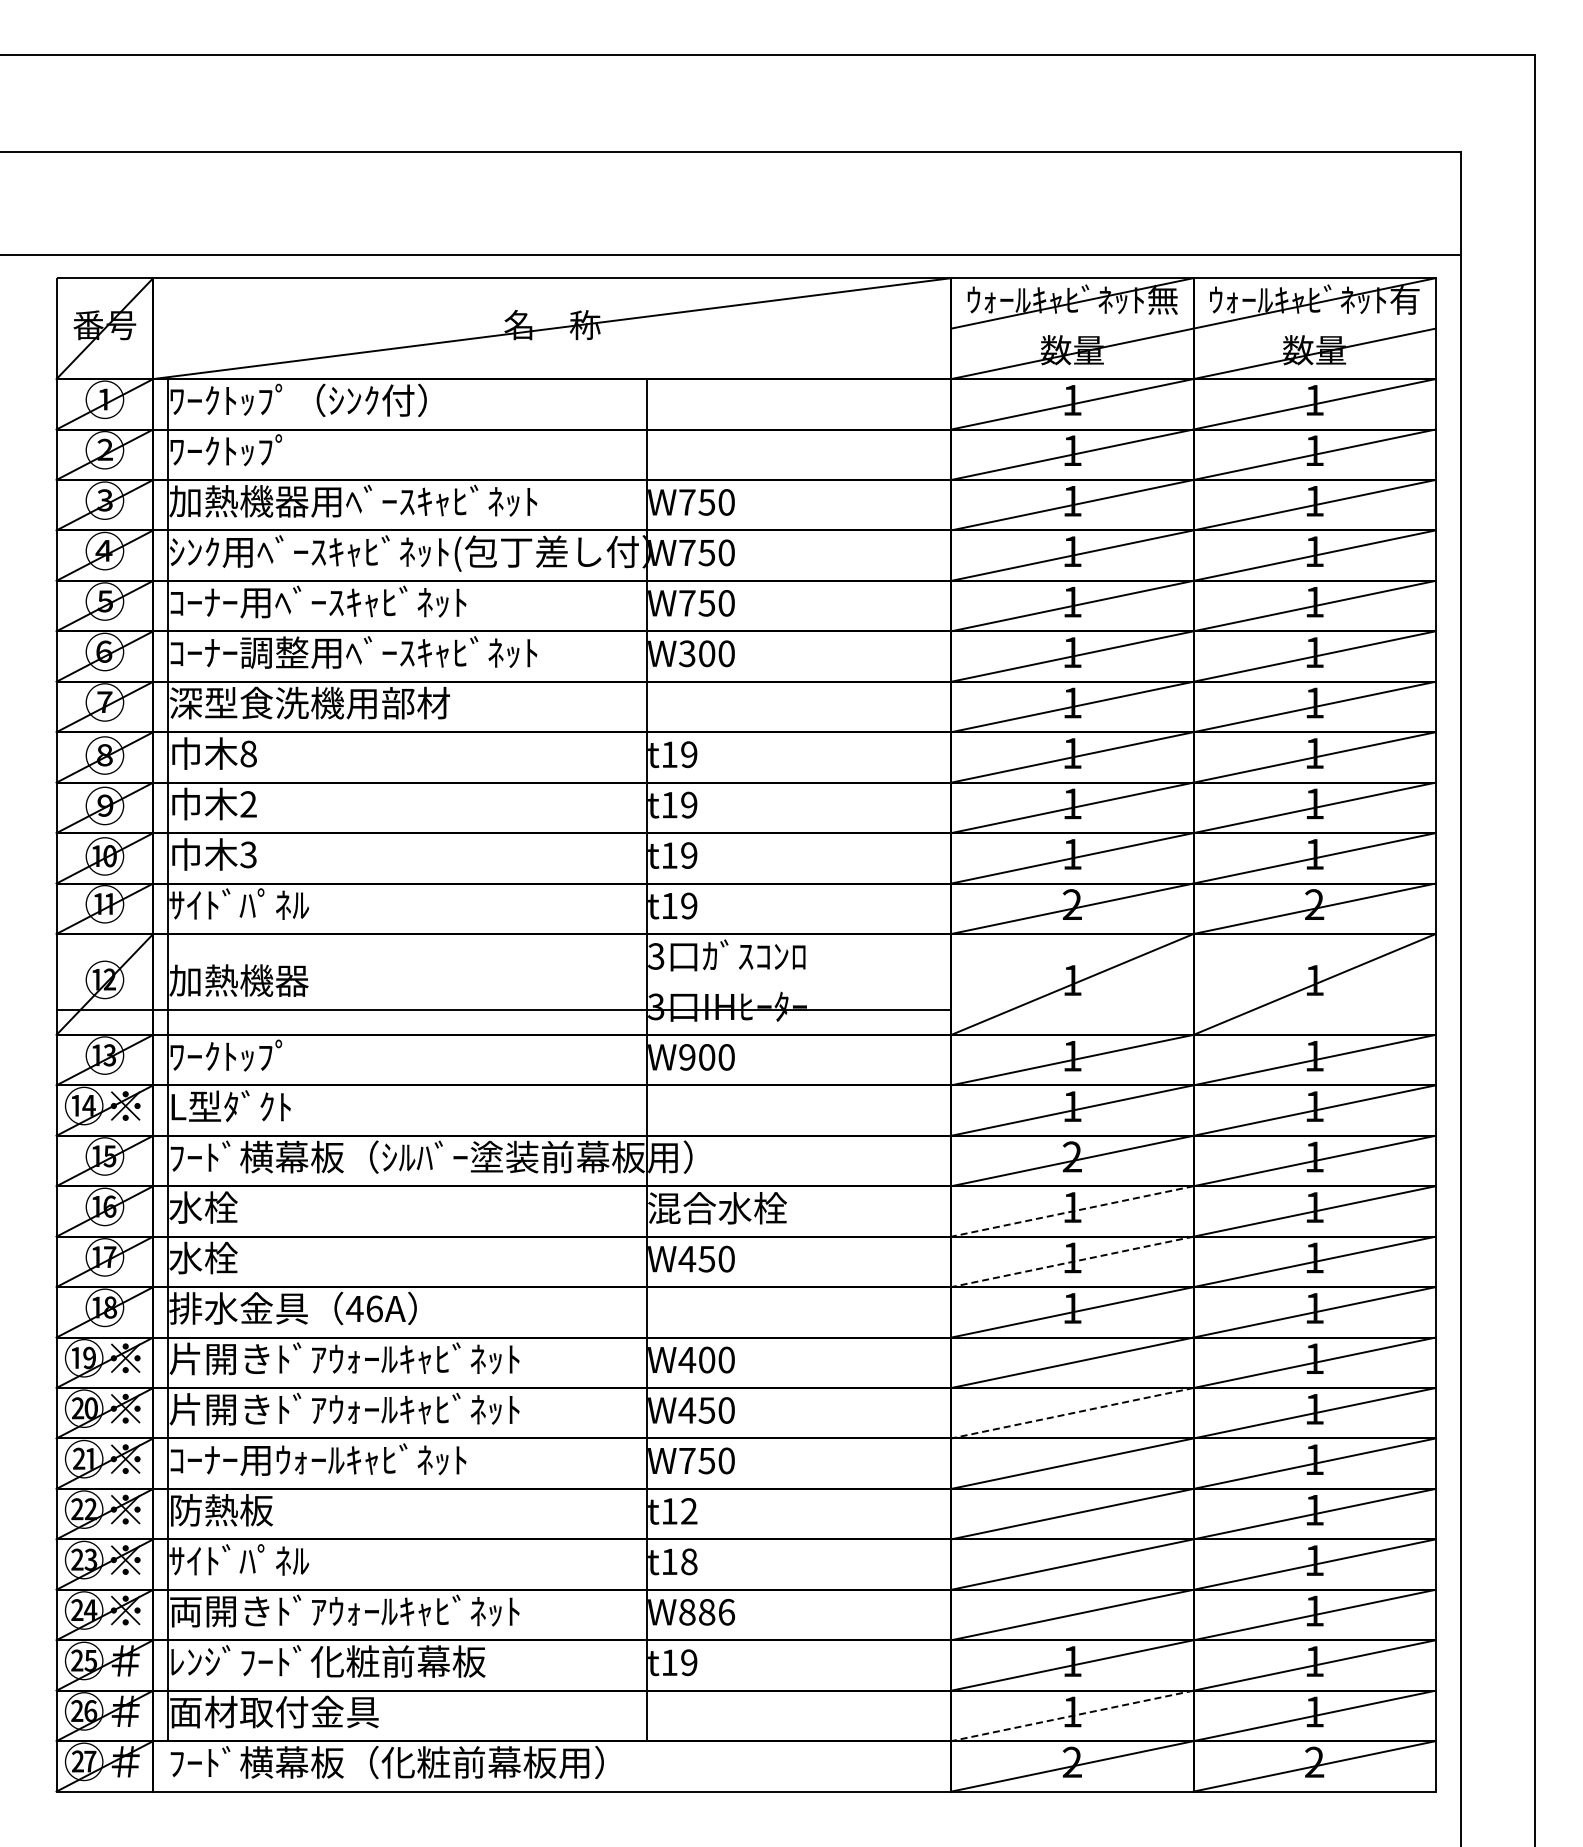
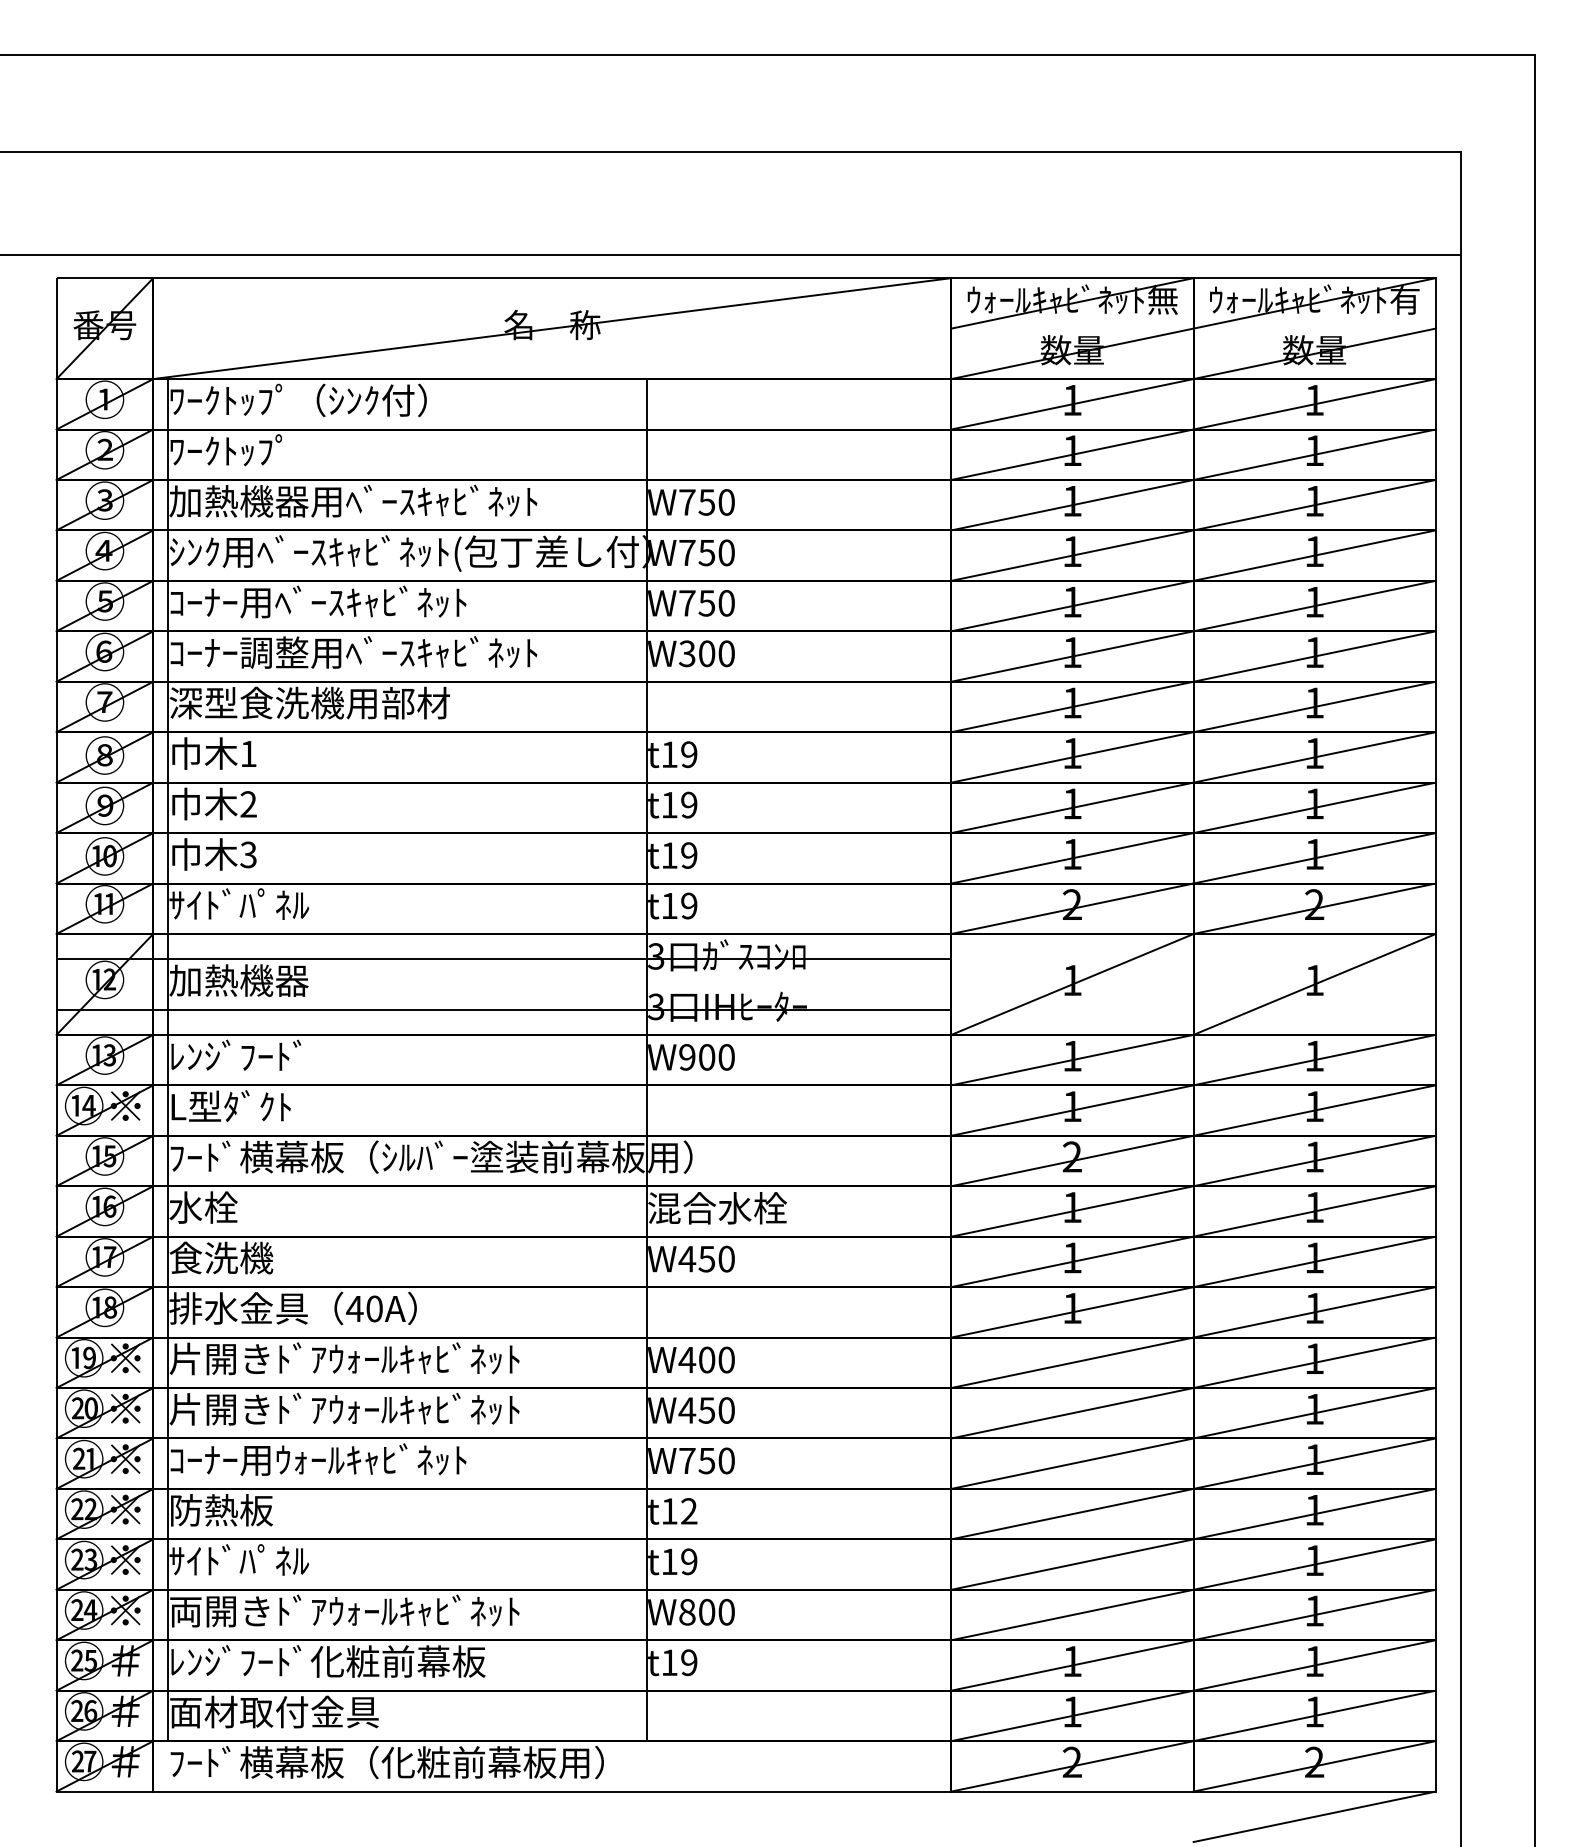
text at (248, 753): 8 -> 1
line at (503, 959): none -> present
text at (235, 1055): ﾜｰｸﾄｯﾌﾟ -> ﾚﾝｼﾞﾌｰﾄﾞ
line at (1072, 1211): dashed -> solid
text at (221, 1257): 水栓 -> 食洗機
line at (1072, 1261): dashed -> solid
text at (374, 1308): 46A -> 40A
line at (1072, 1413): dashed -> solid
text at (689, 1561): t18 -> t19
text at (717, 1611): W886 -> W800
line at (1072, 1715): dashed -> solid
line at (1314, 1816): none -> present
